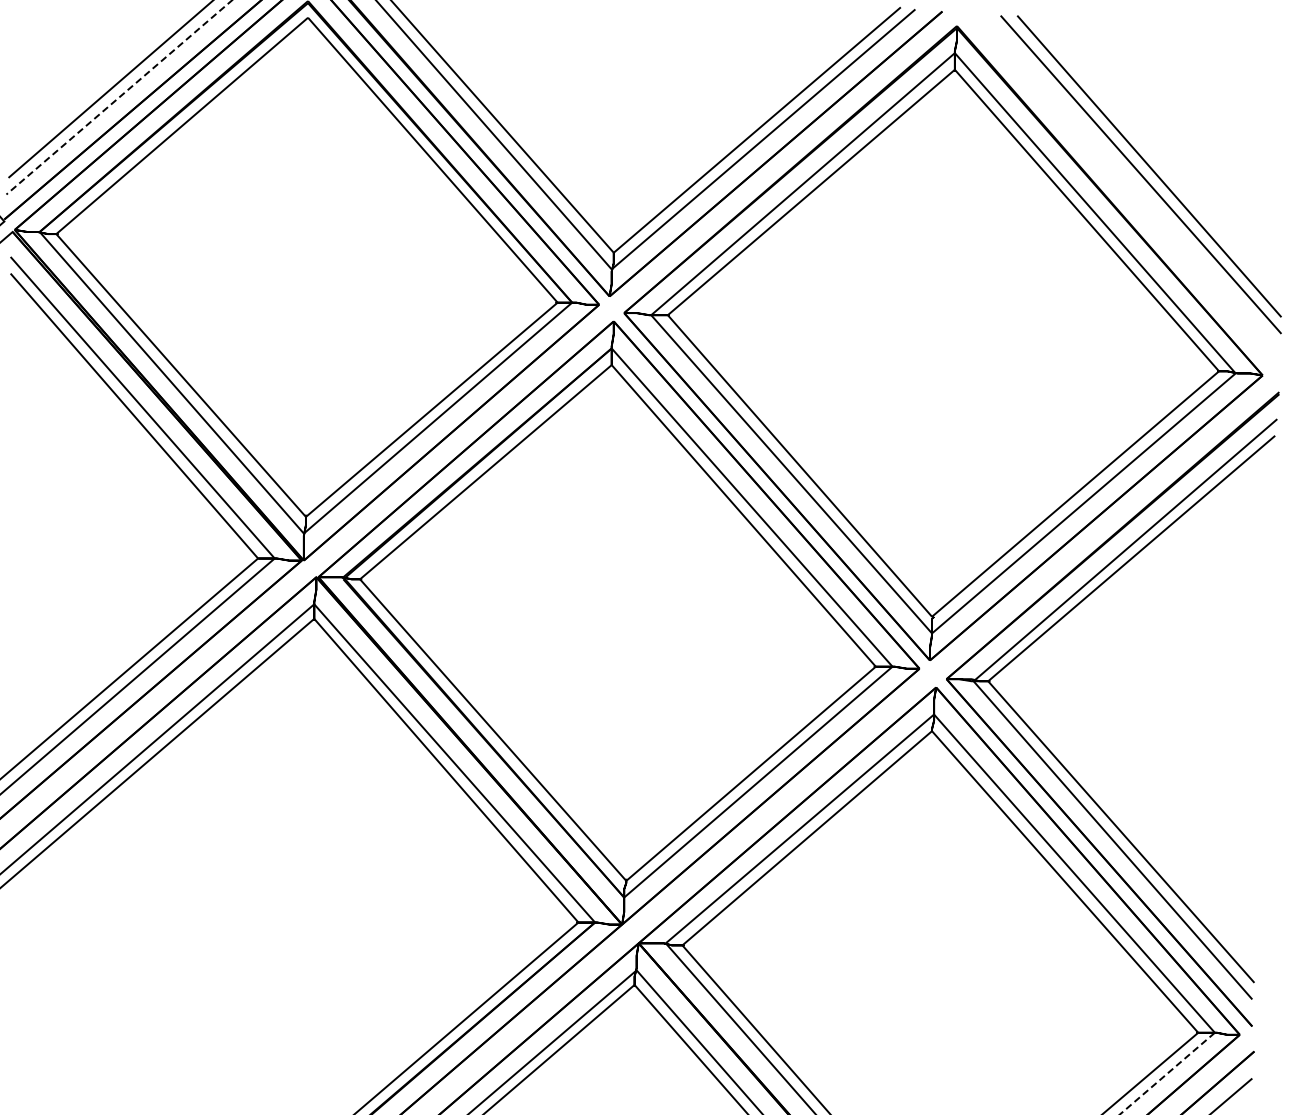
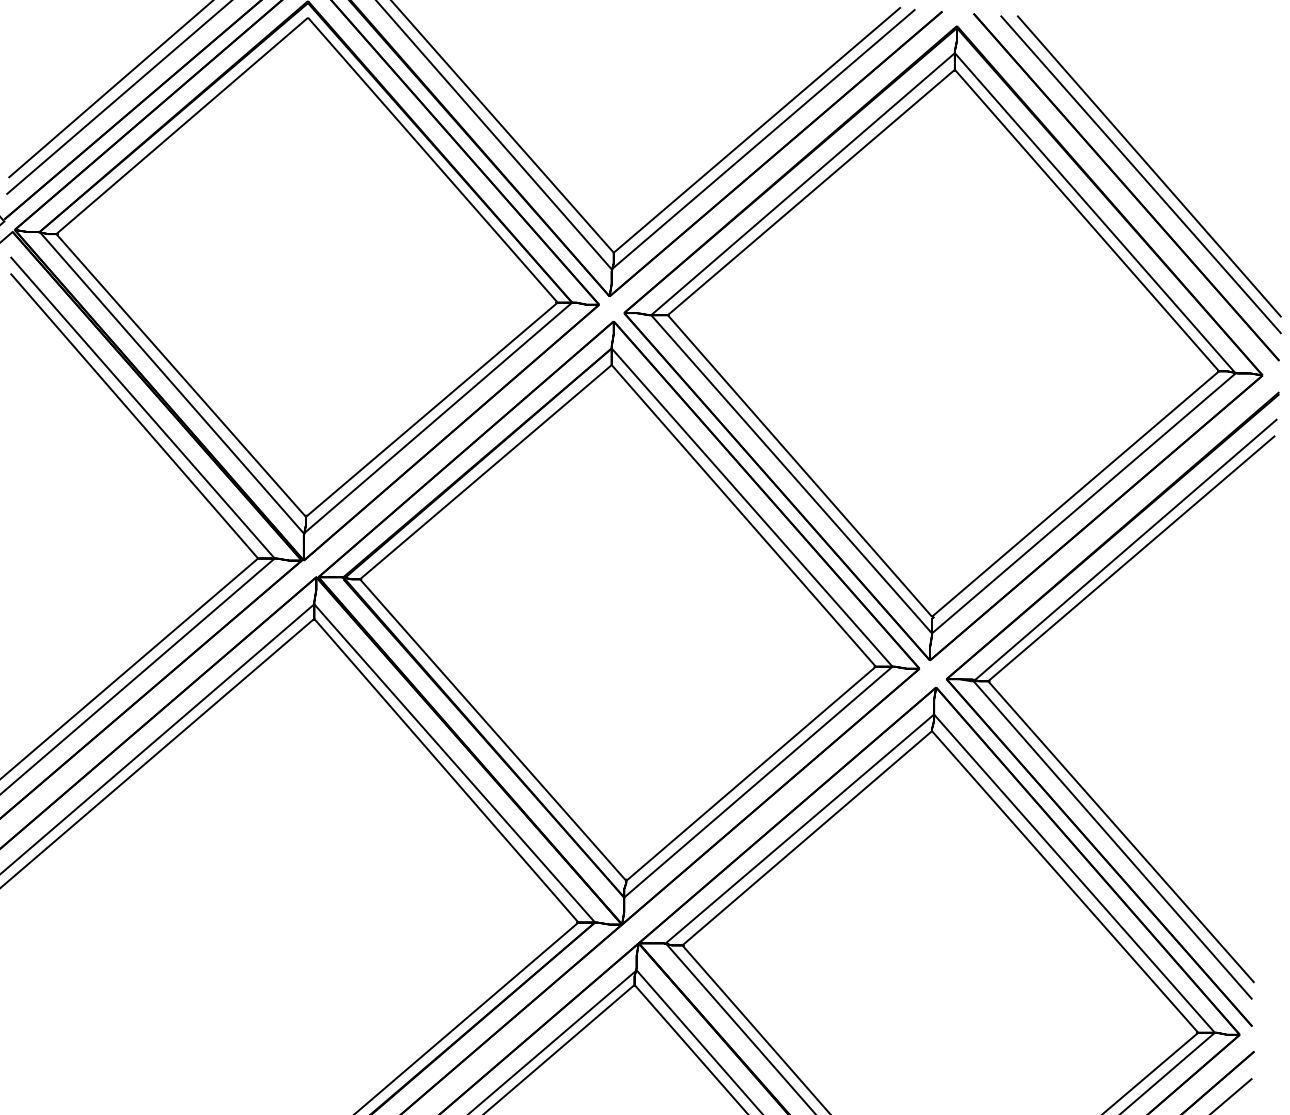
line at (119, 97): dashed -> solid
line at (1126, 187): none -> present
line at (1167, 1073): dashed -> solid
